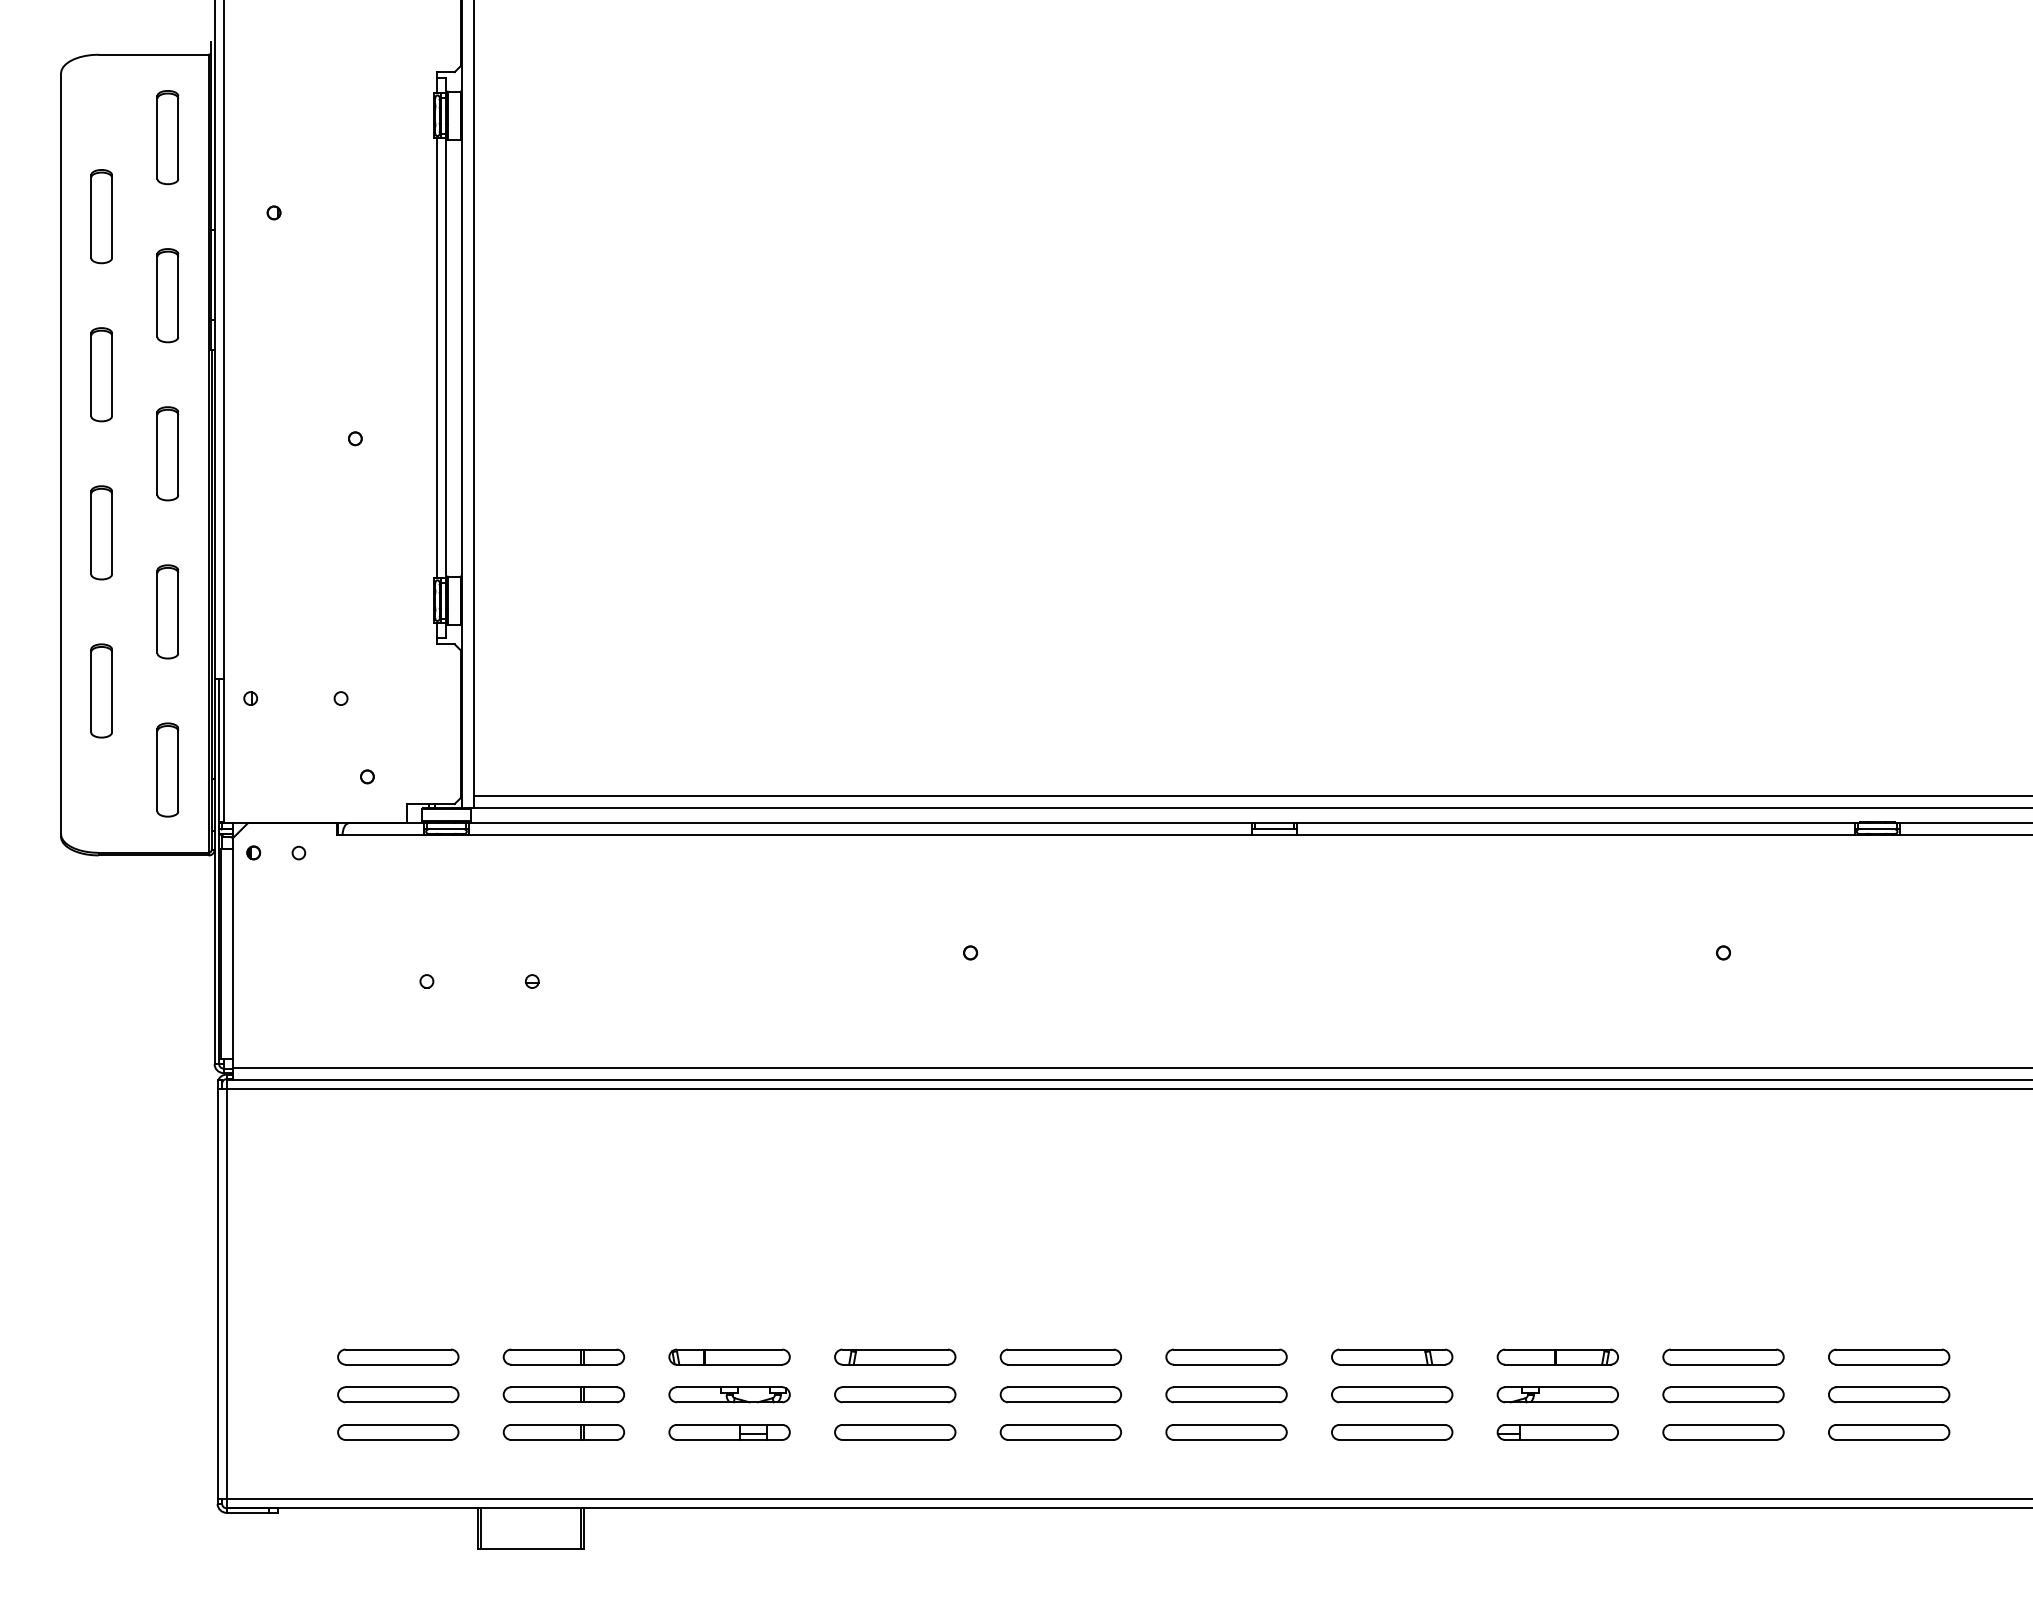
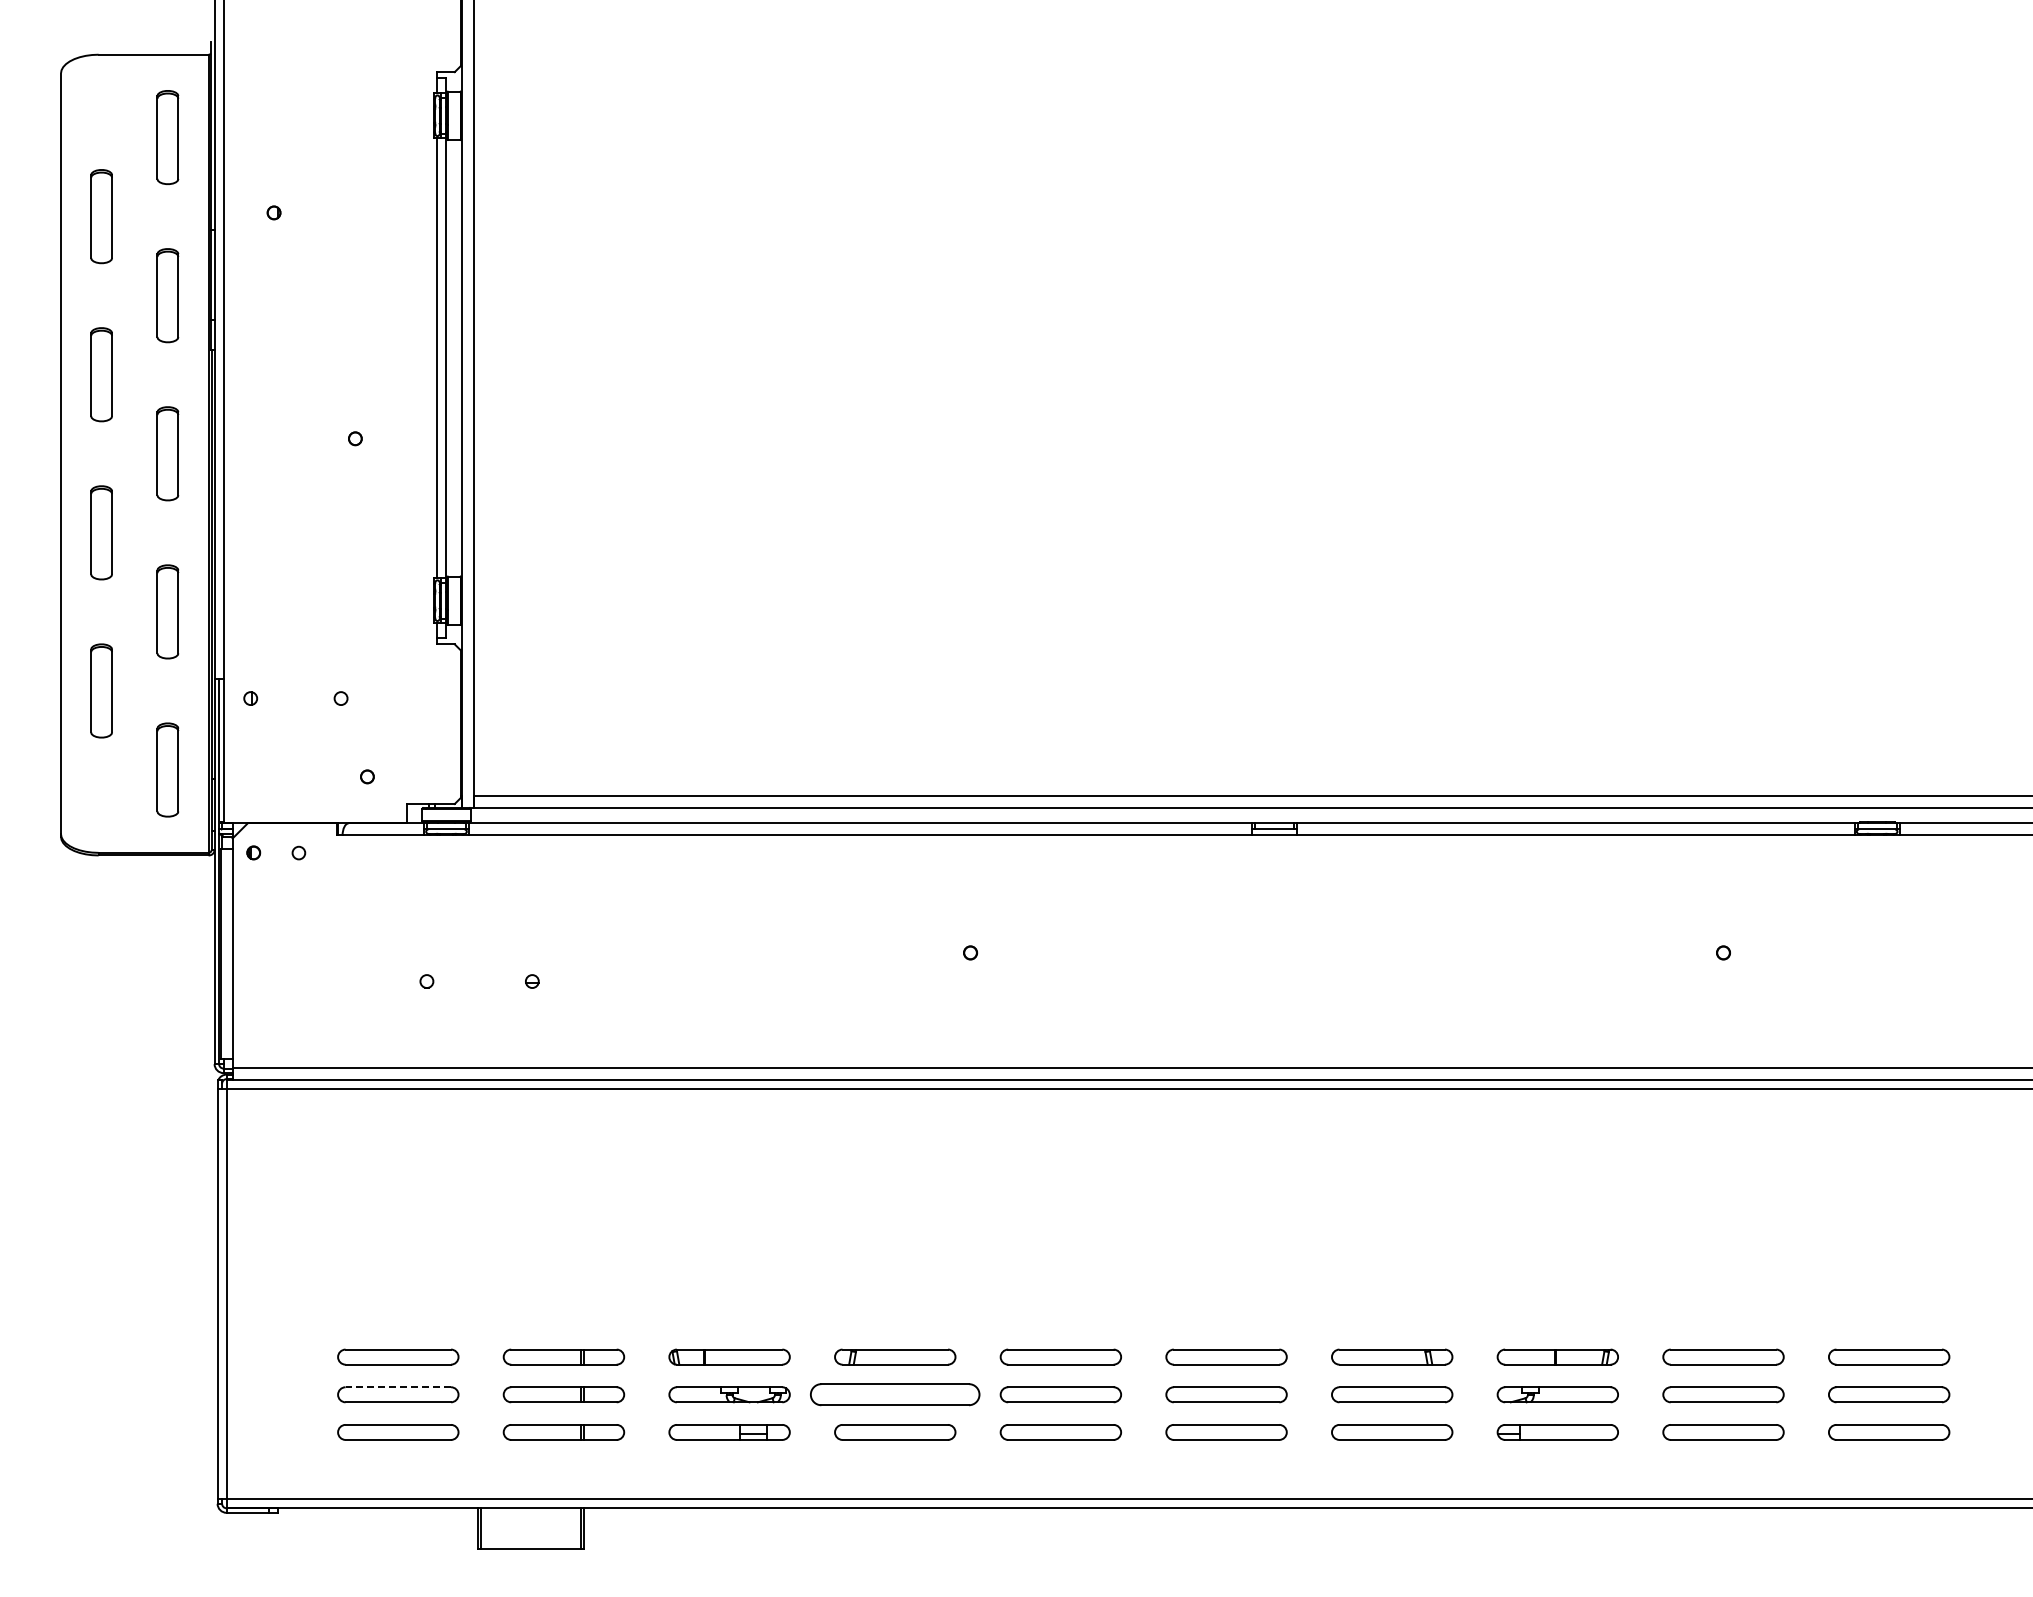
line at (398, 1387): solid -> dashed
part at (895, 1394) size: 123x18 px -> 171x24 px
